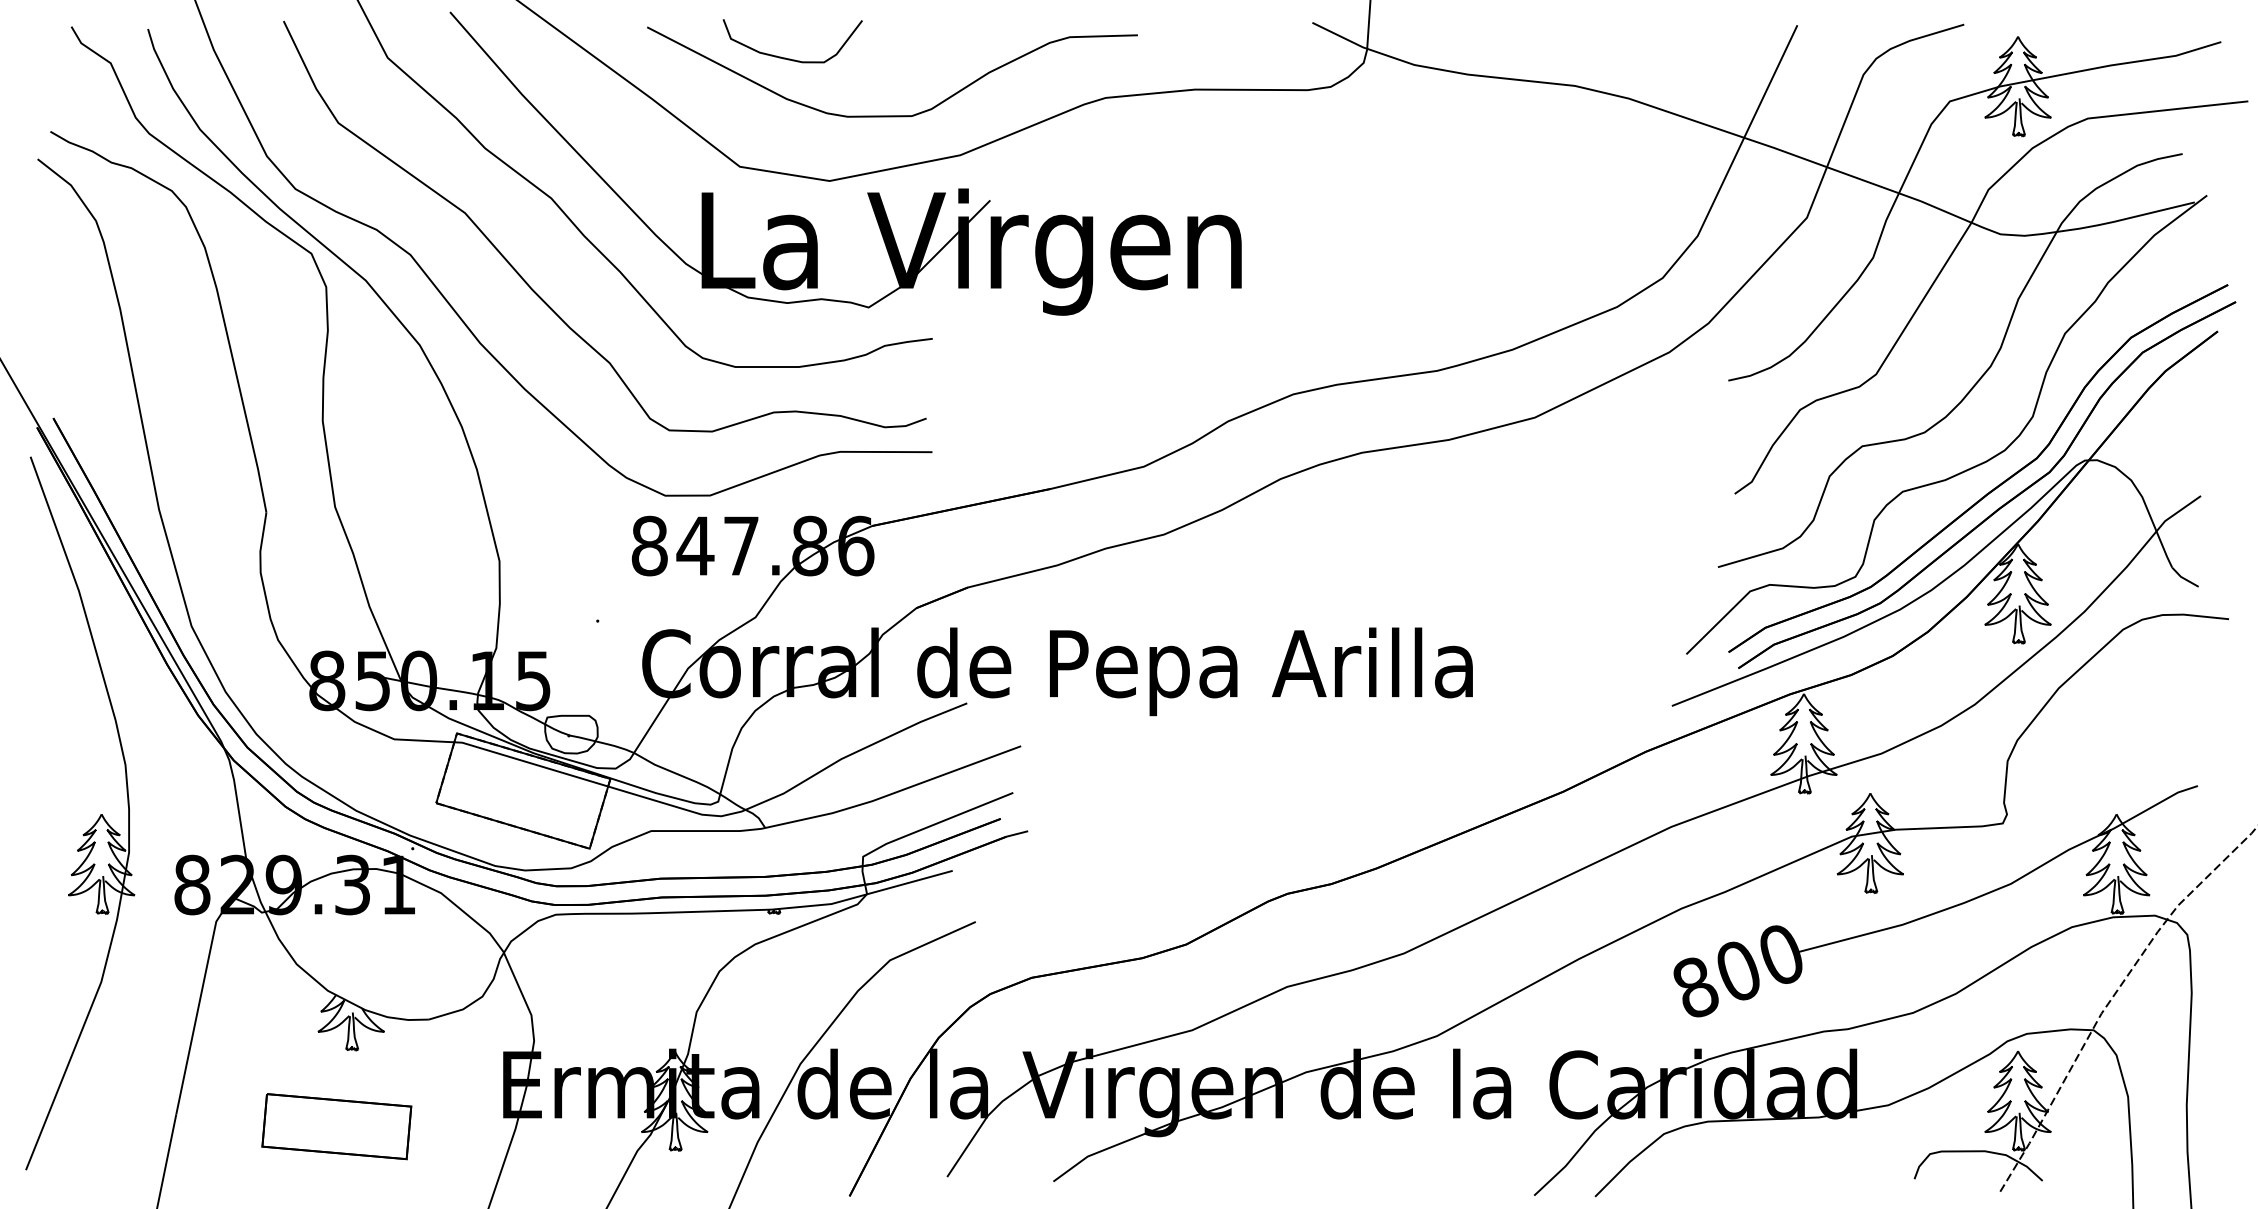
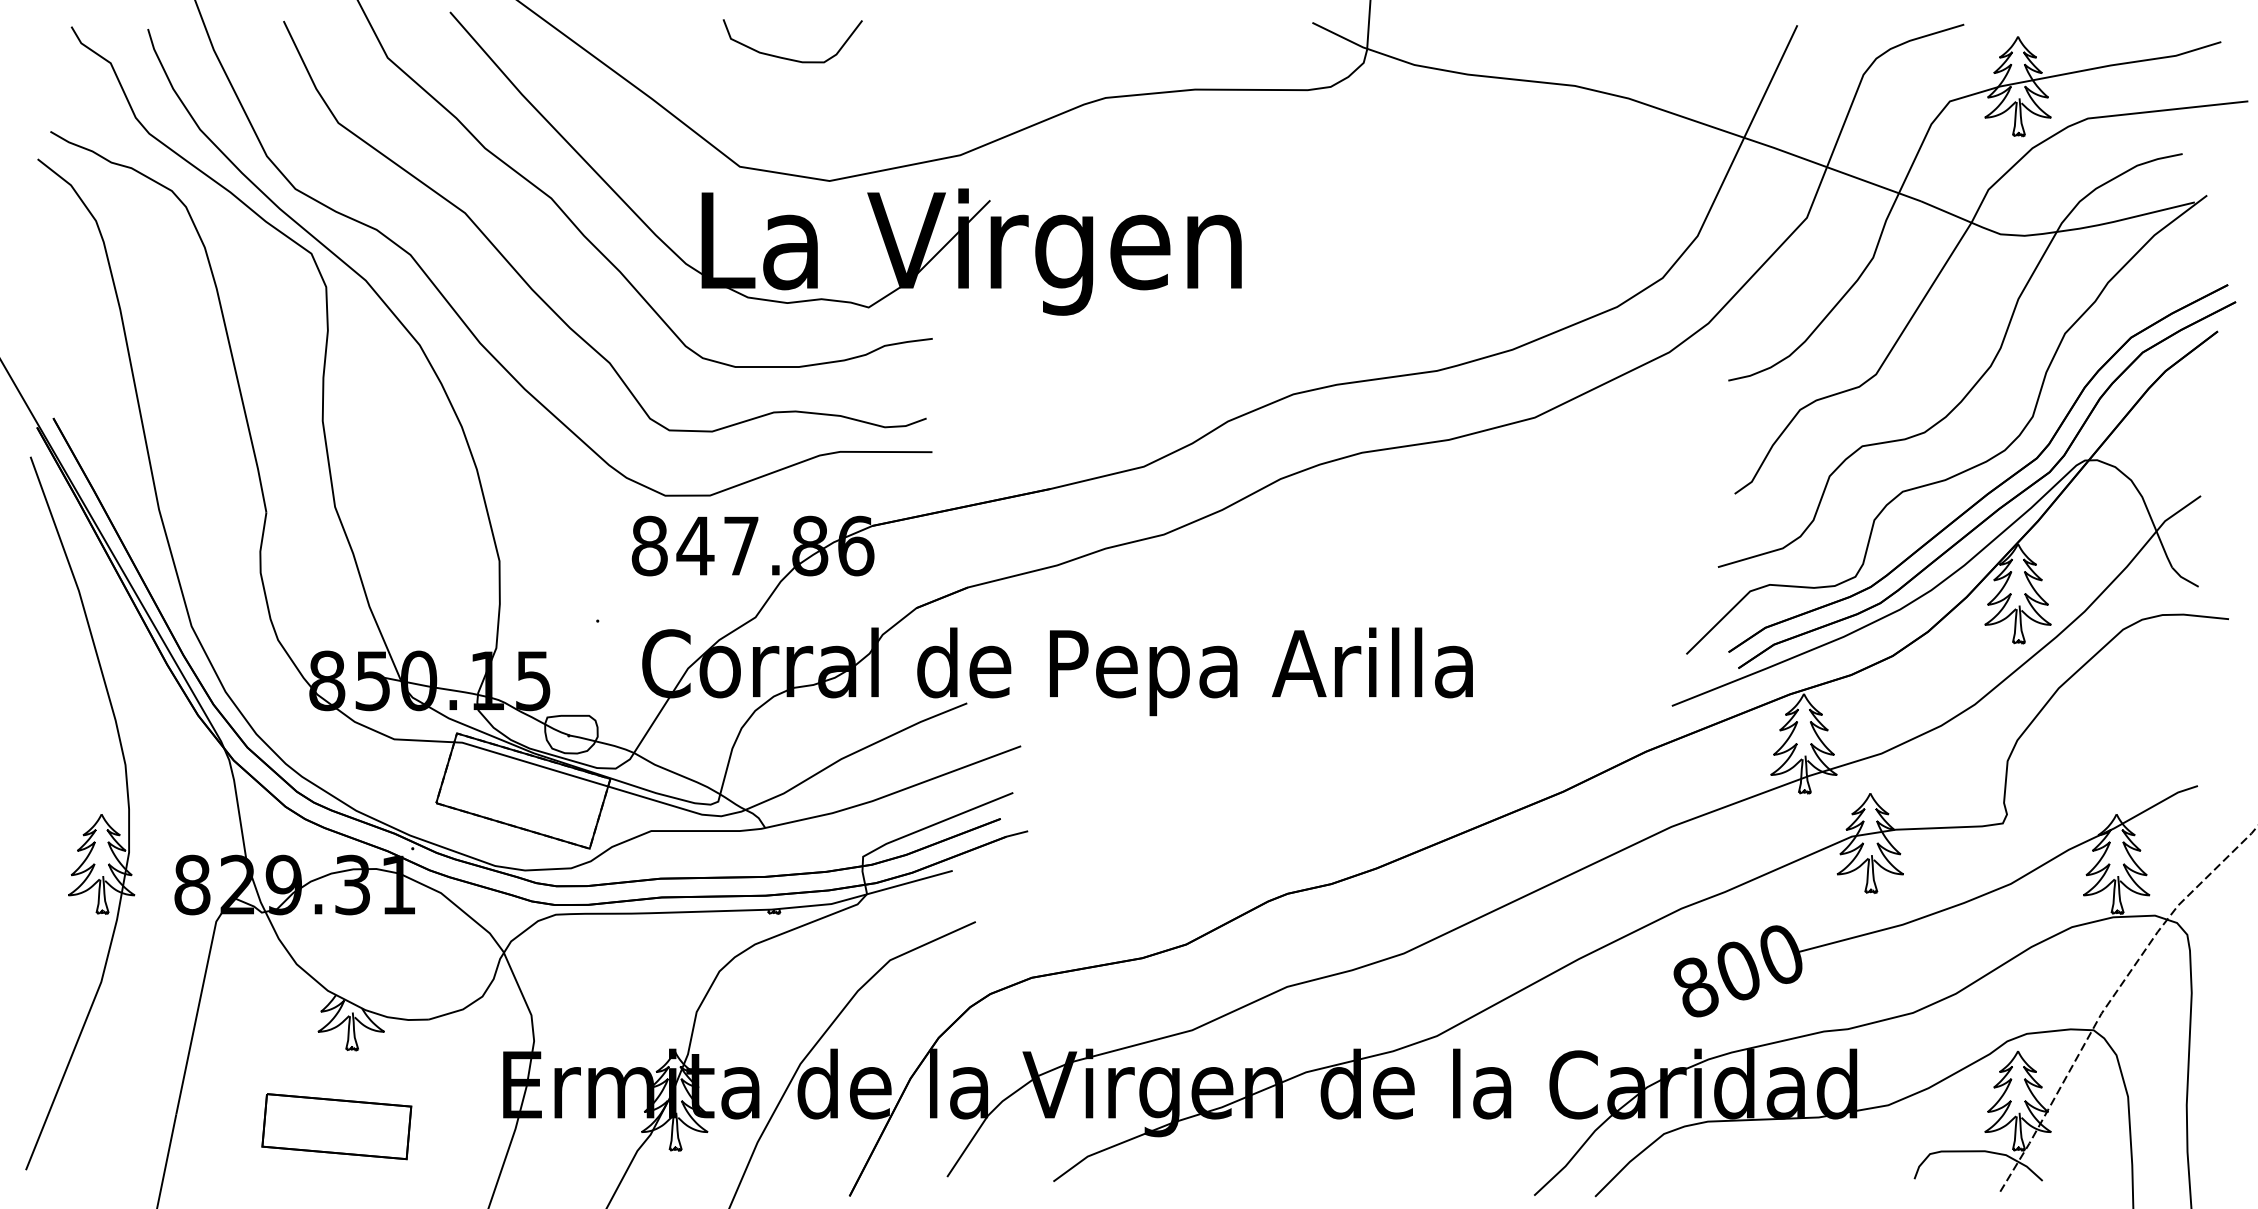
curve at (892, 115): present -> none
